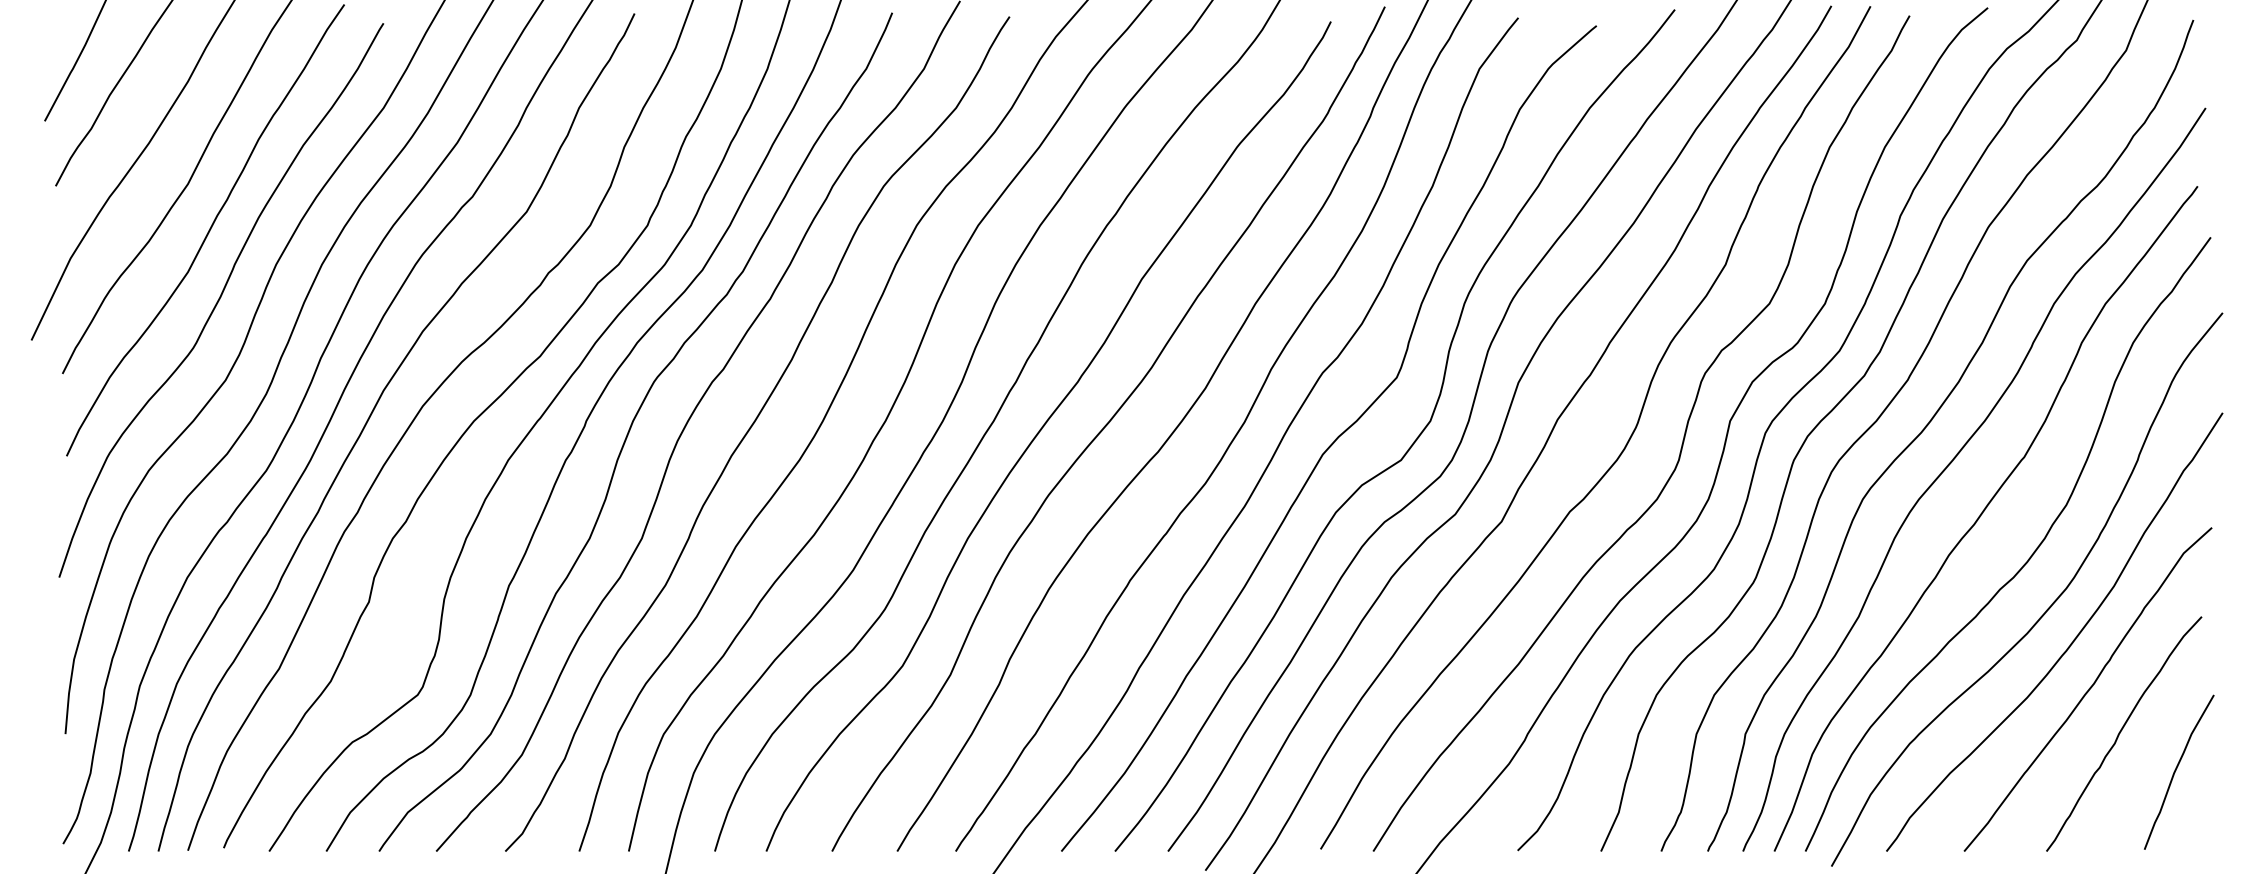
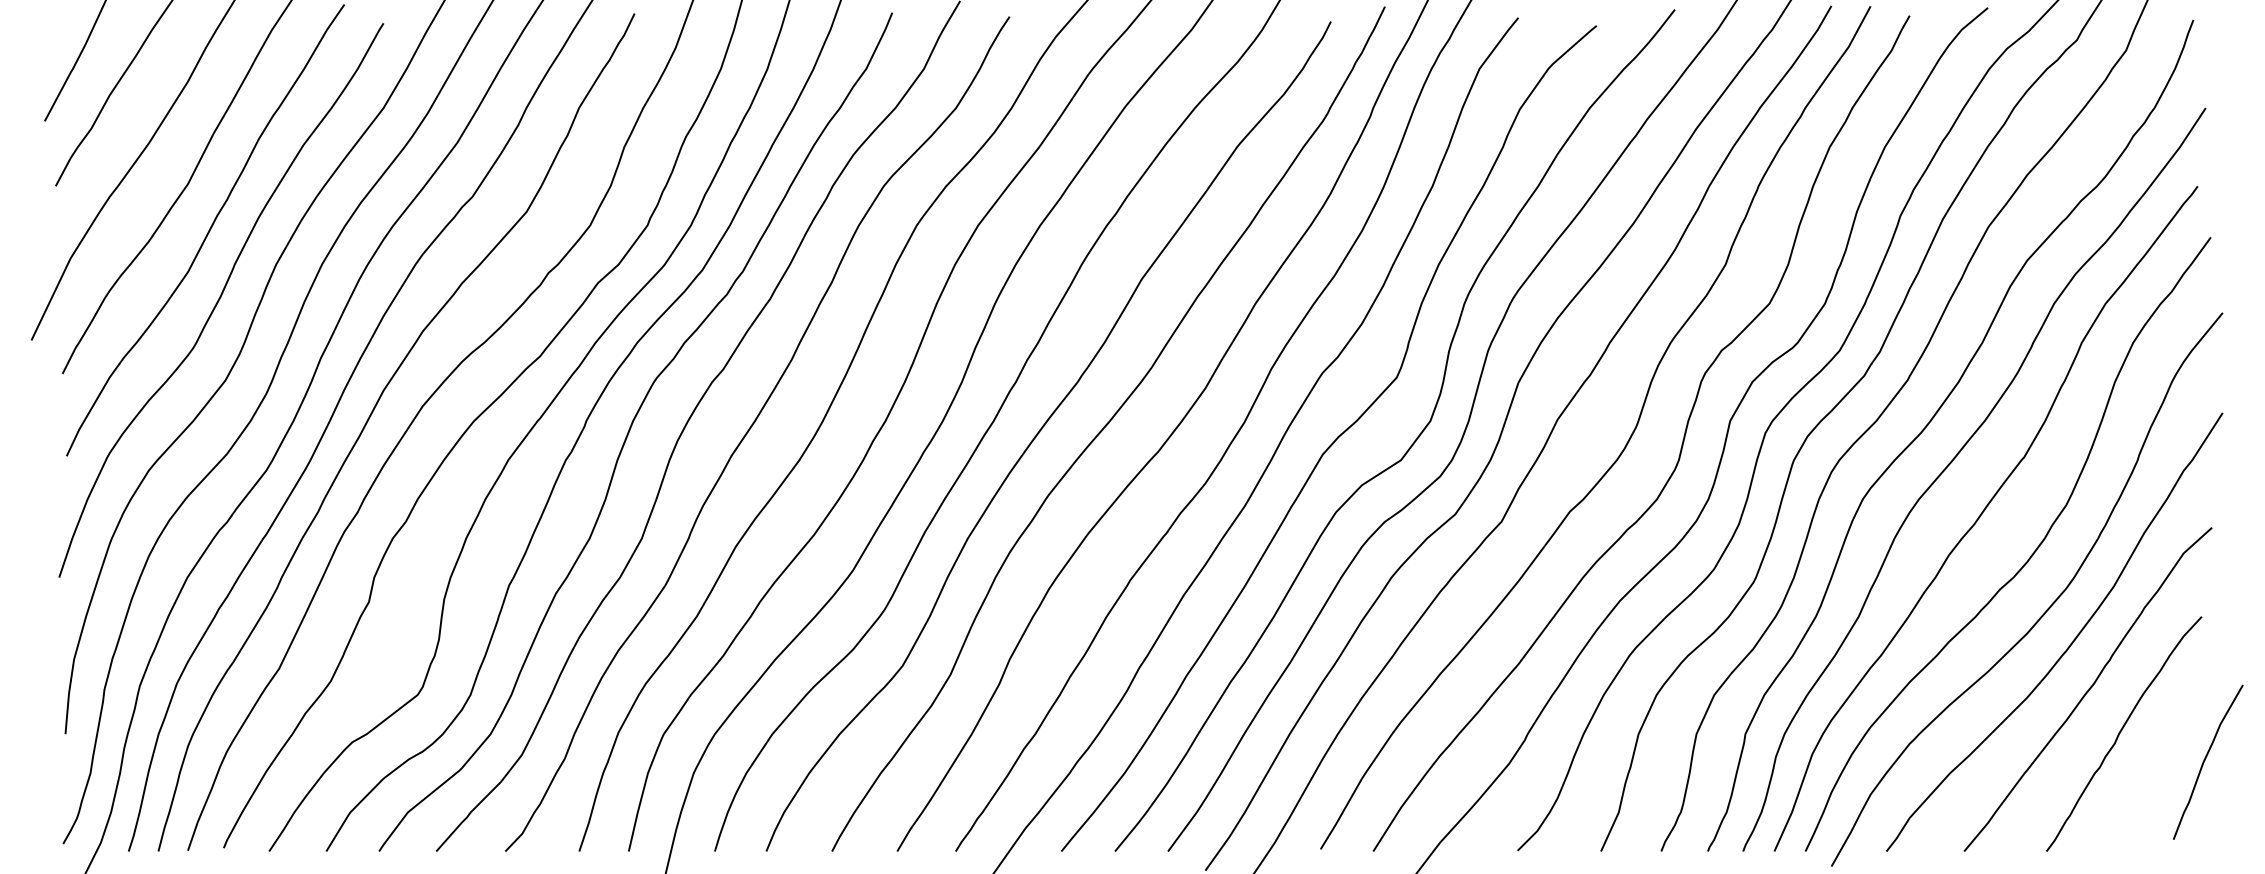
curve at (2176, 770) position: (2176, 770) -> (2205, 760)
